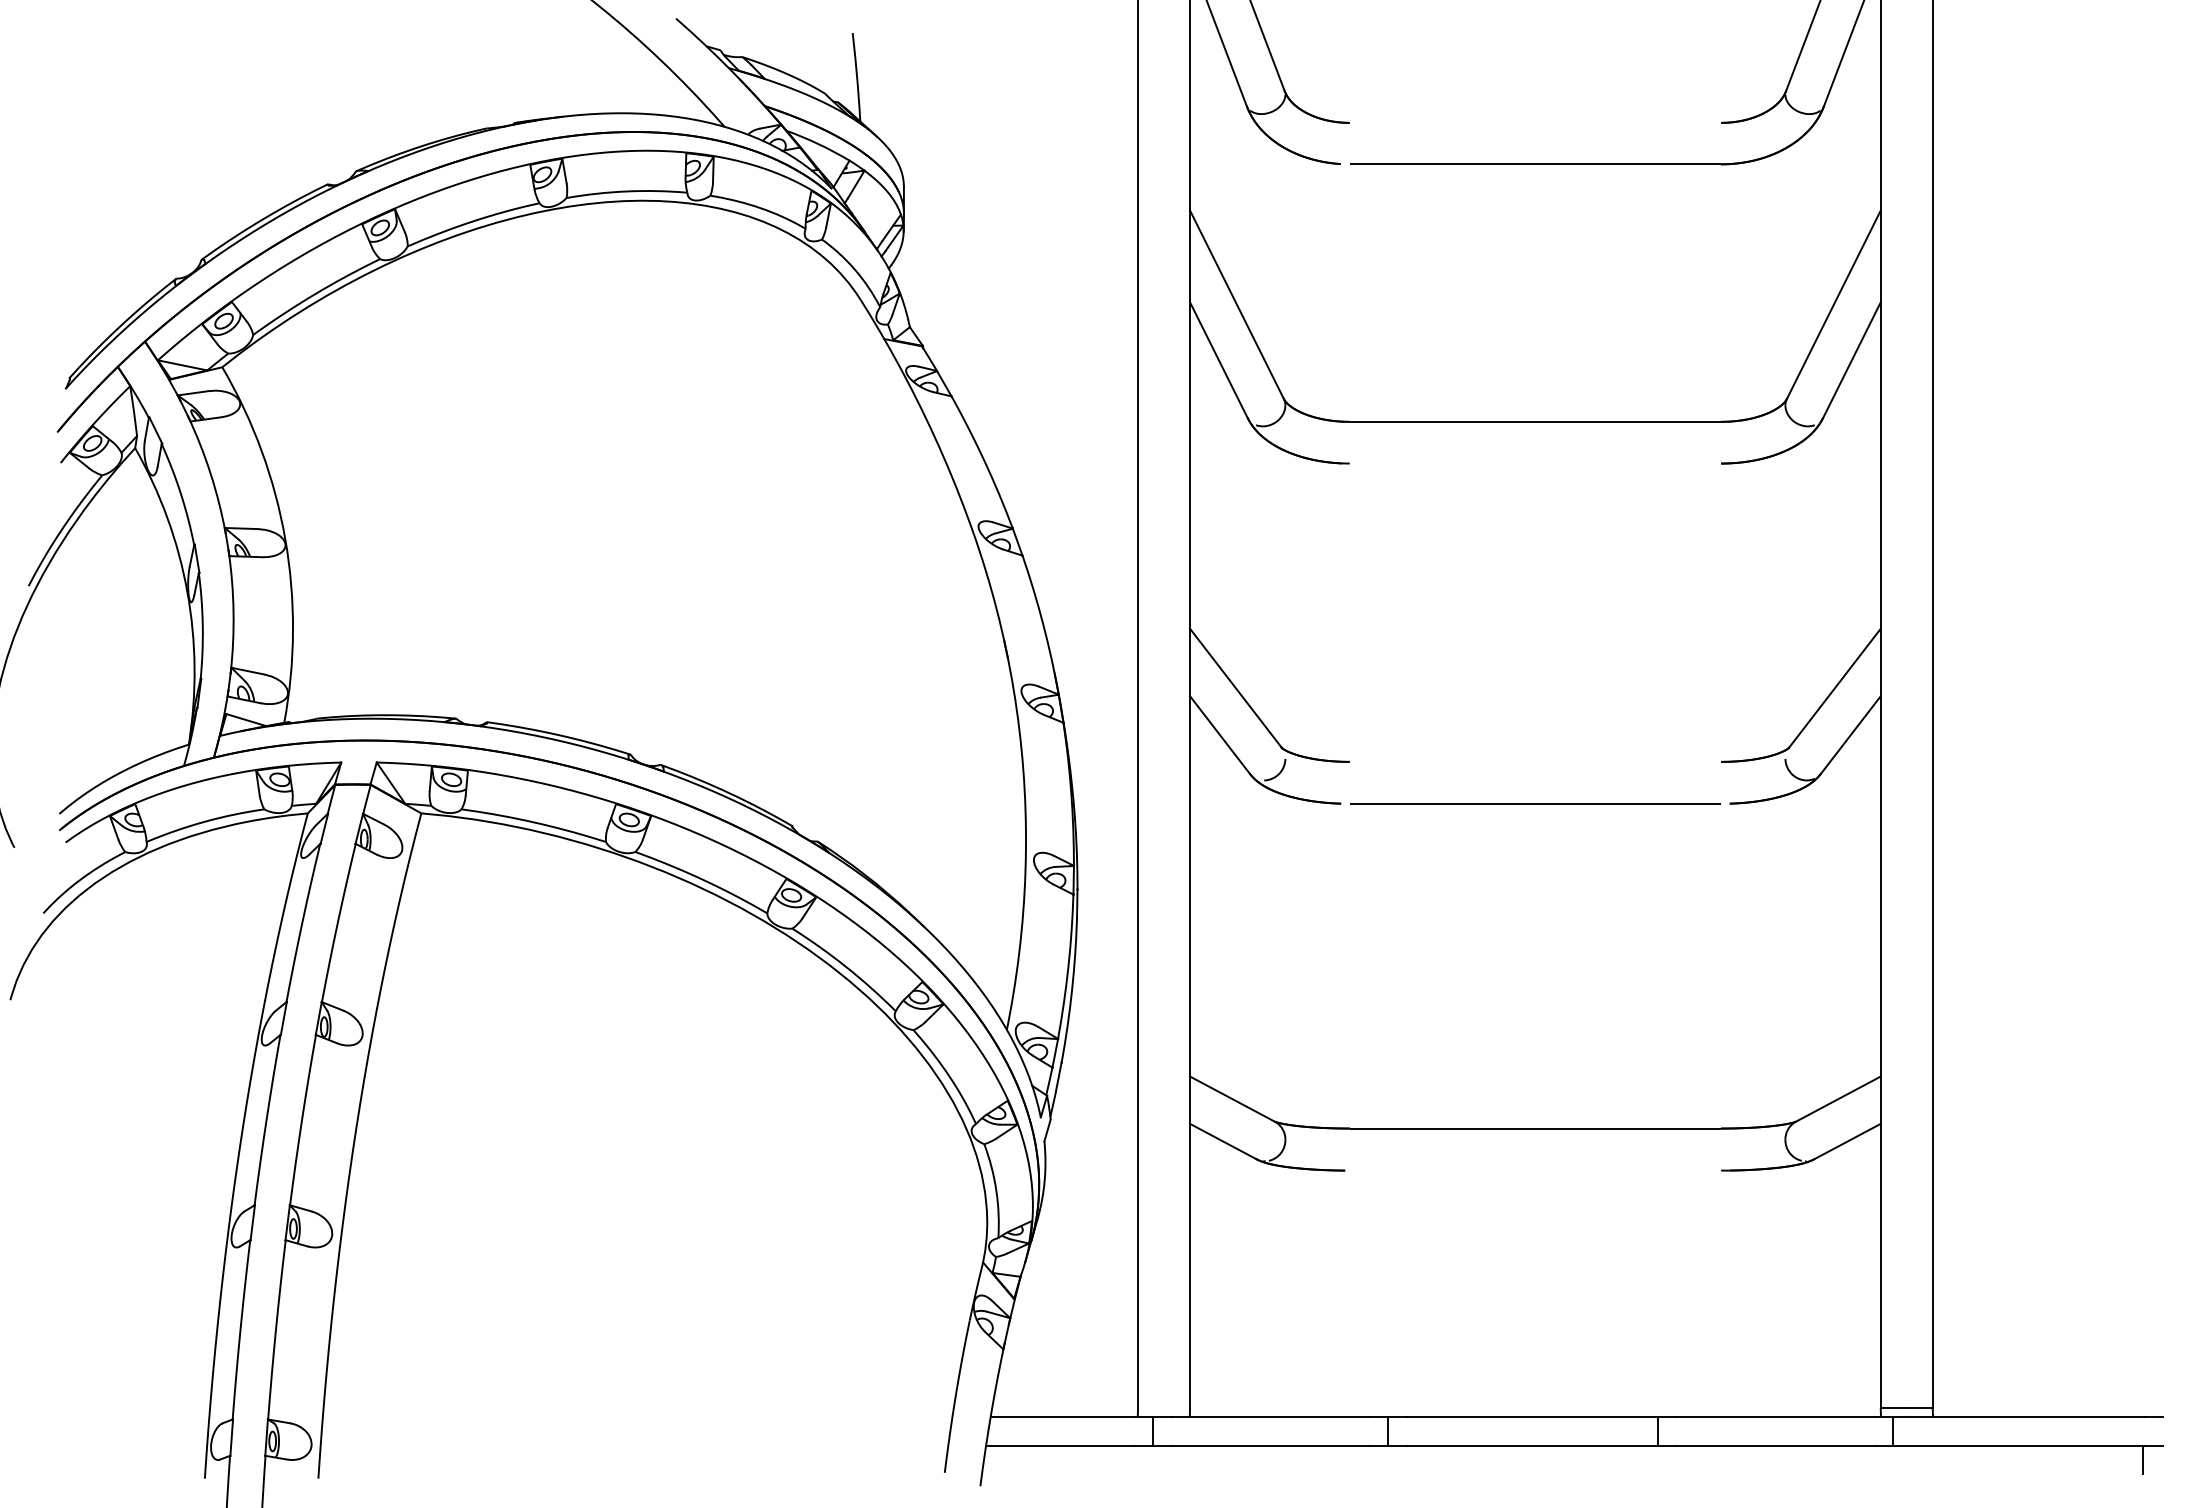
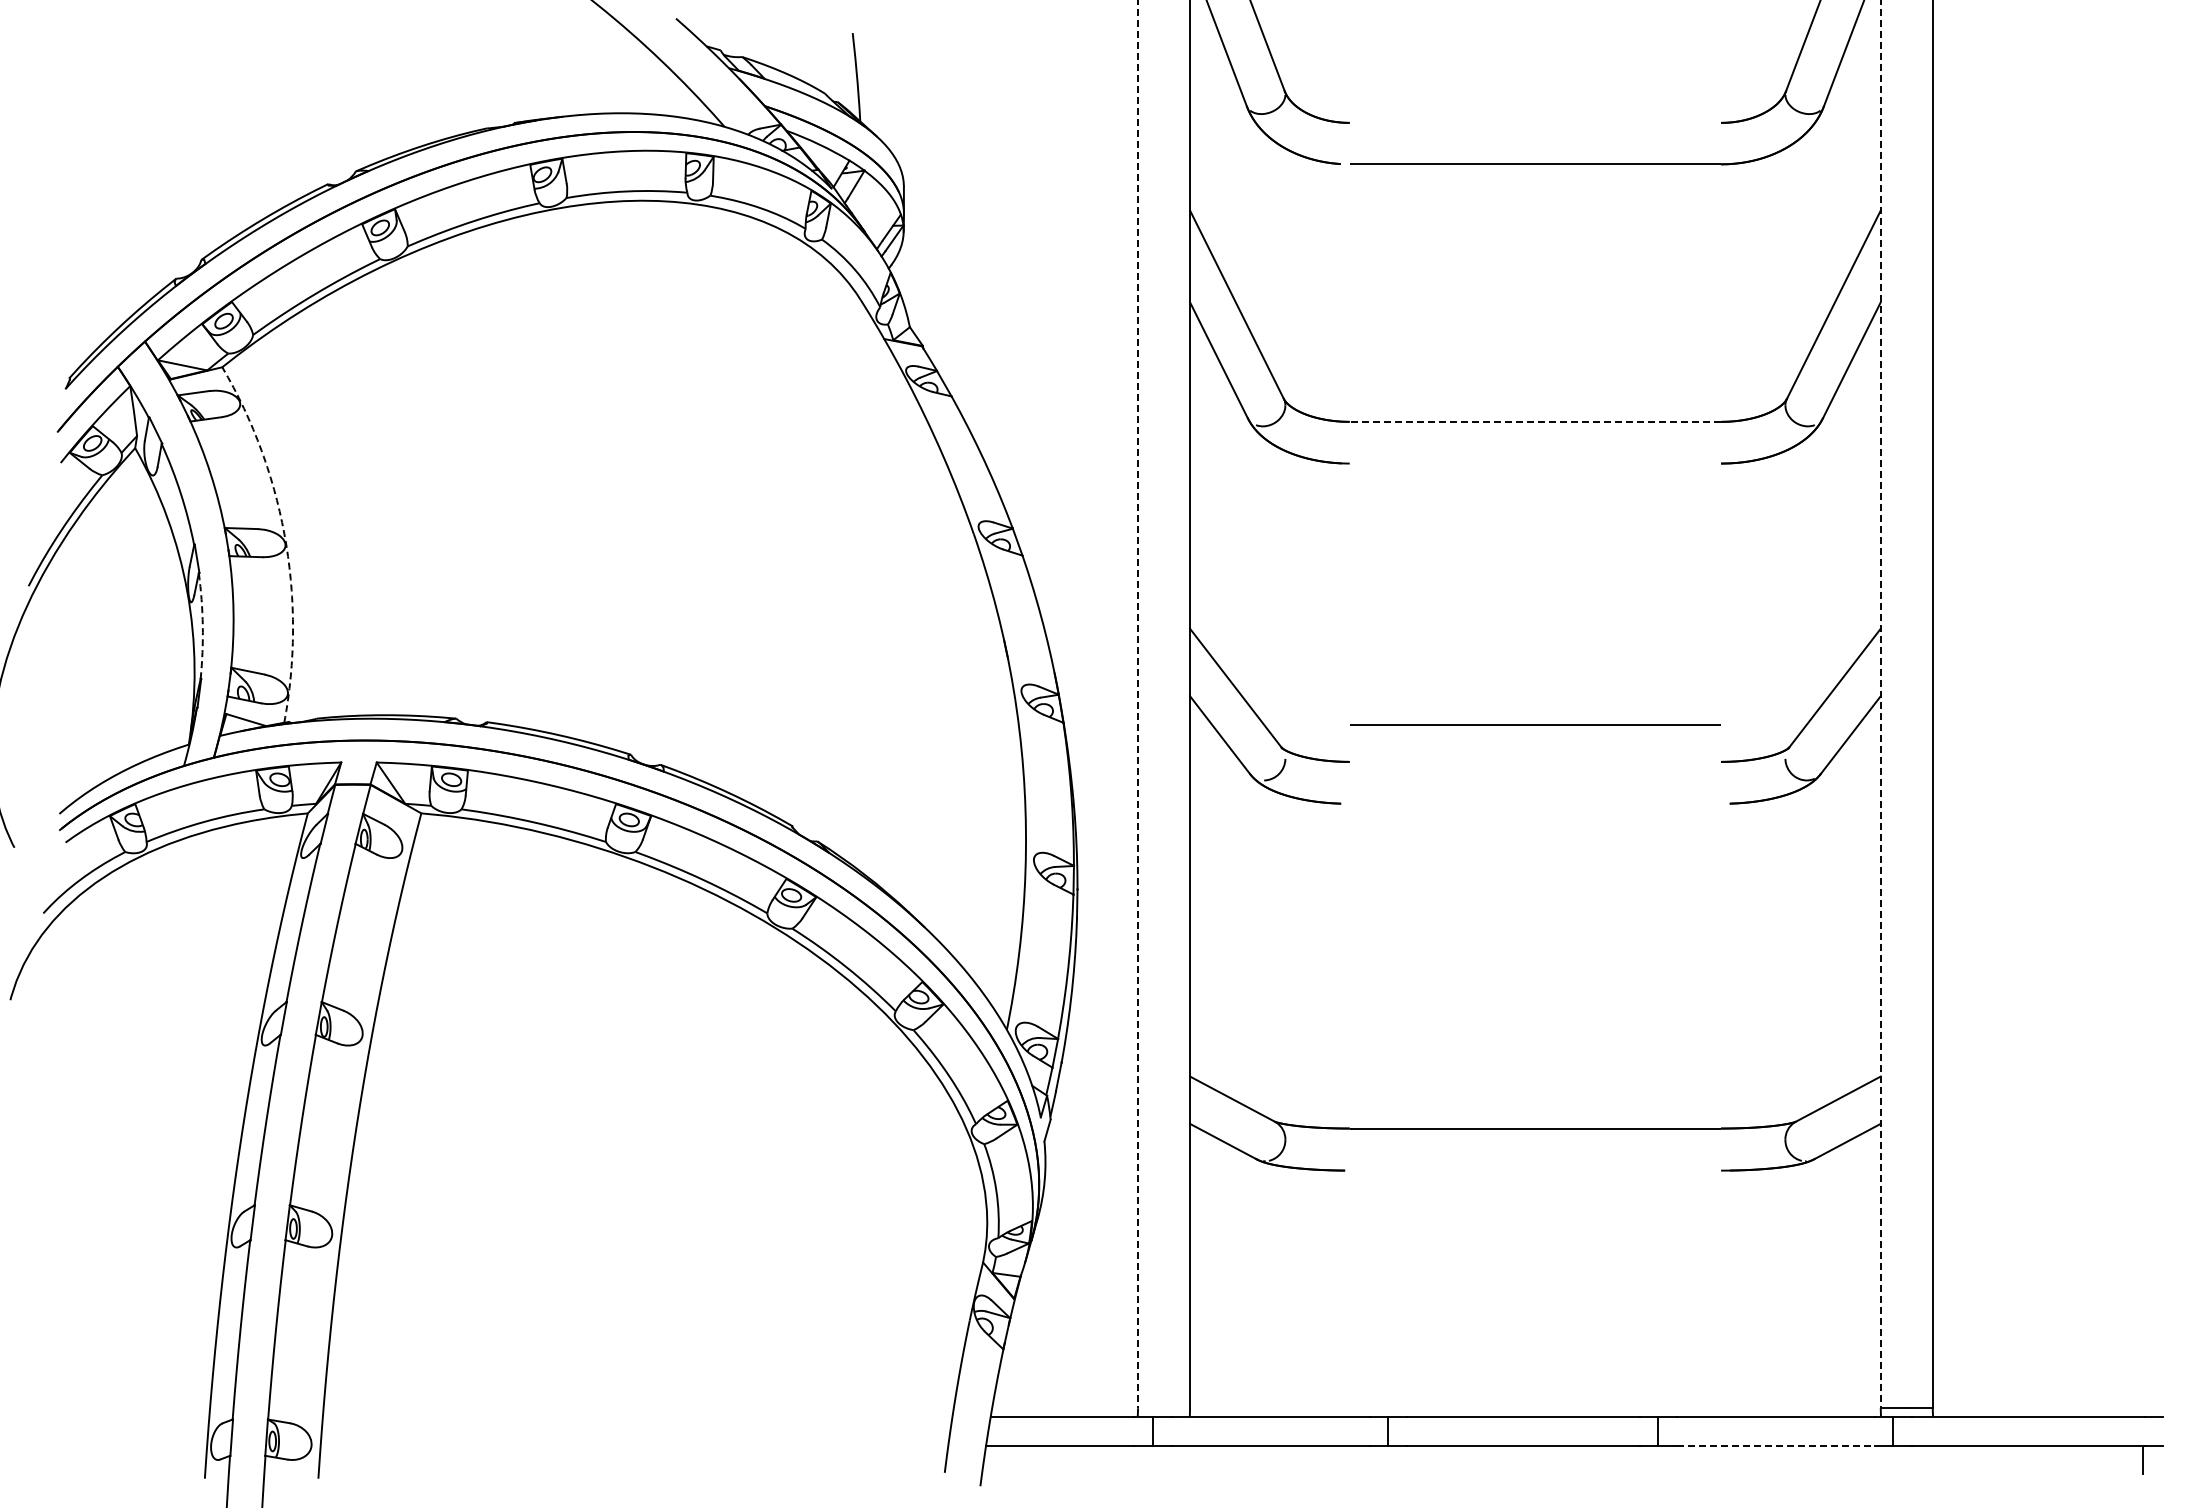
line at (1536, 421): solid -> dashed
arc at (285, 539): solid -> dashed
arc at (202, 626): solid -> dashed
line at (1138, 704): solid -> dashed
line at (1880, 704): solid -> dashed
line at (1535, 803) position: (1535, 803) -> (1535, 724)
line at (1776, 1446): solid -> dashed
